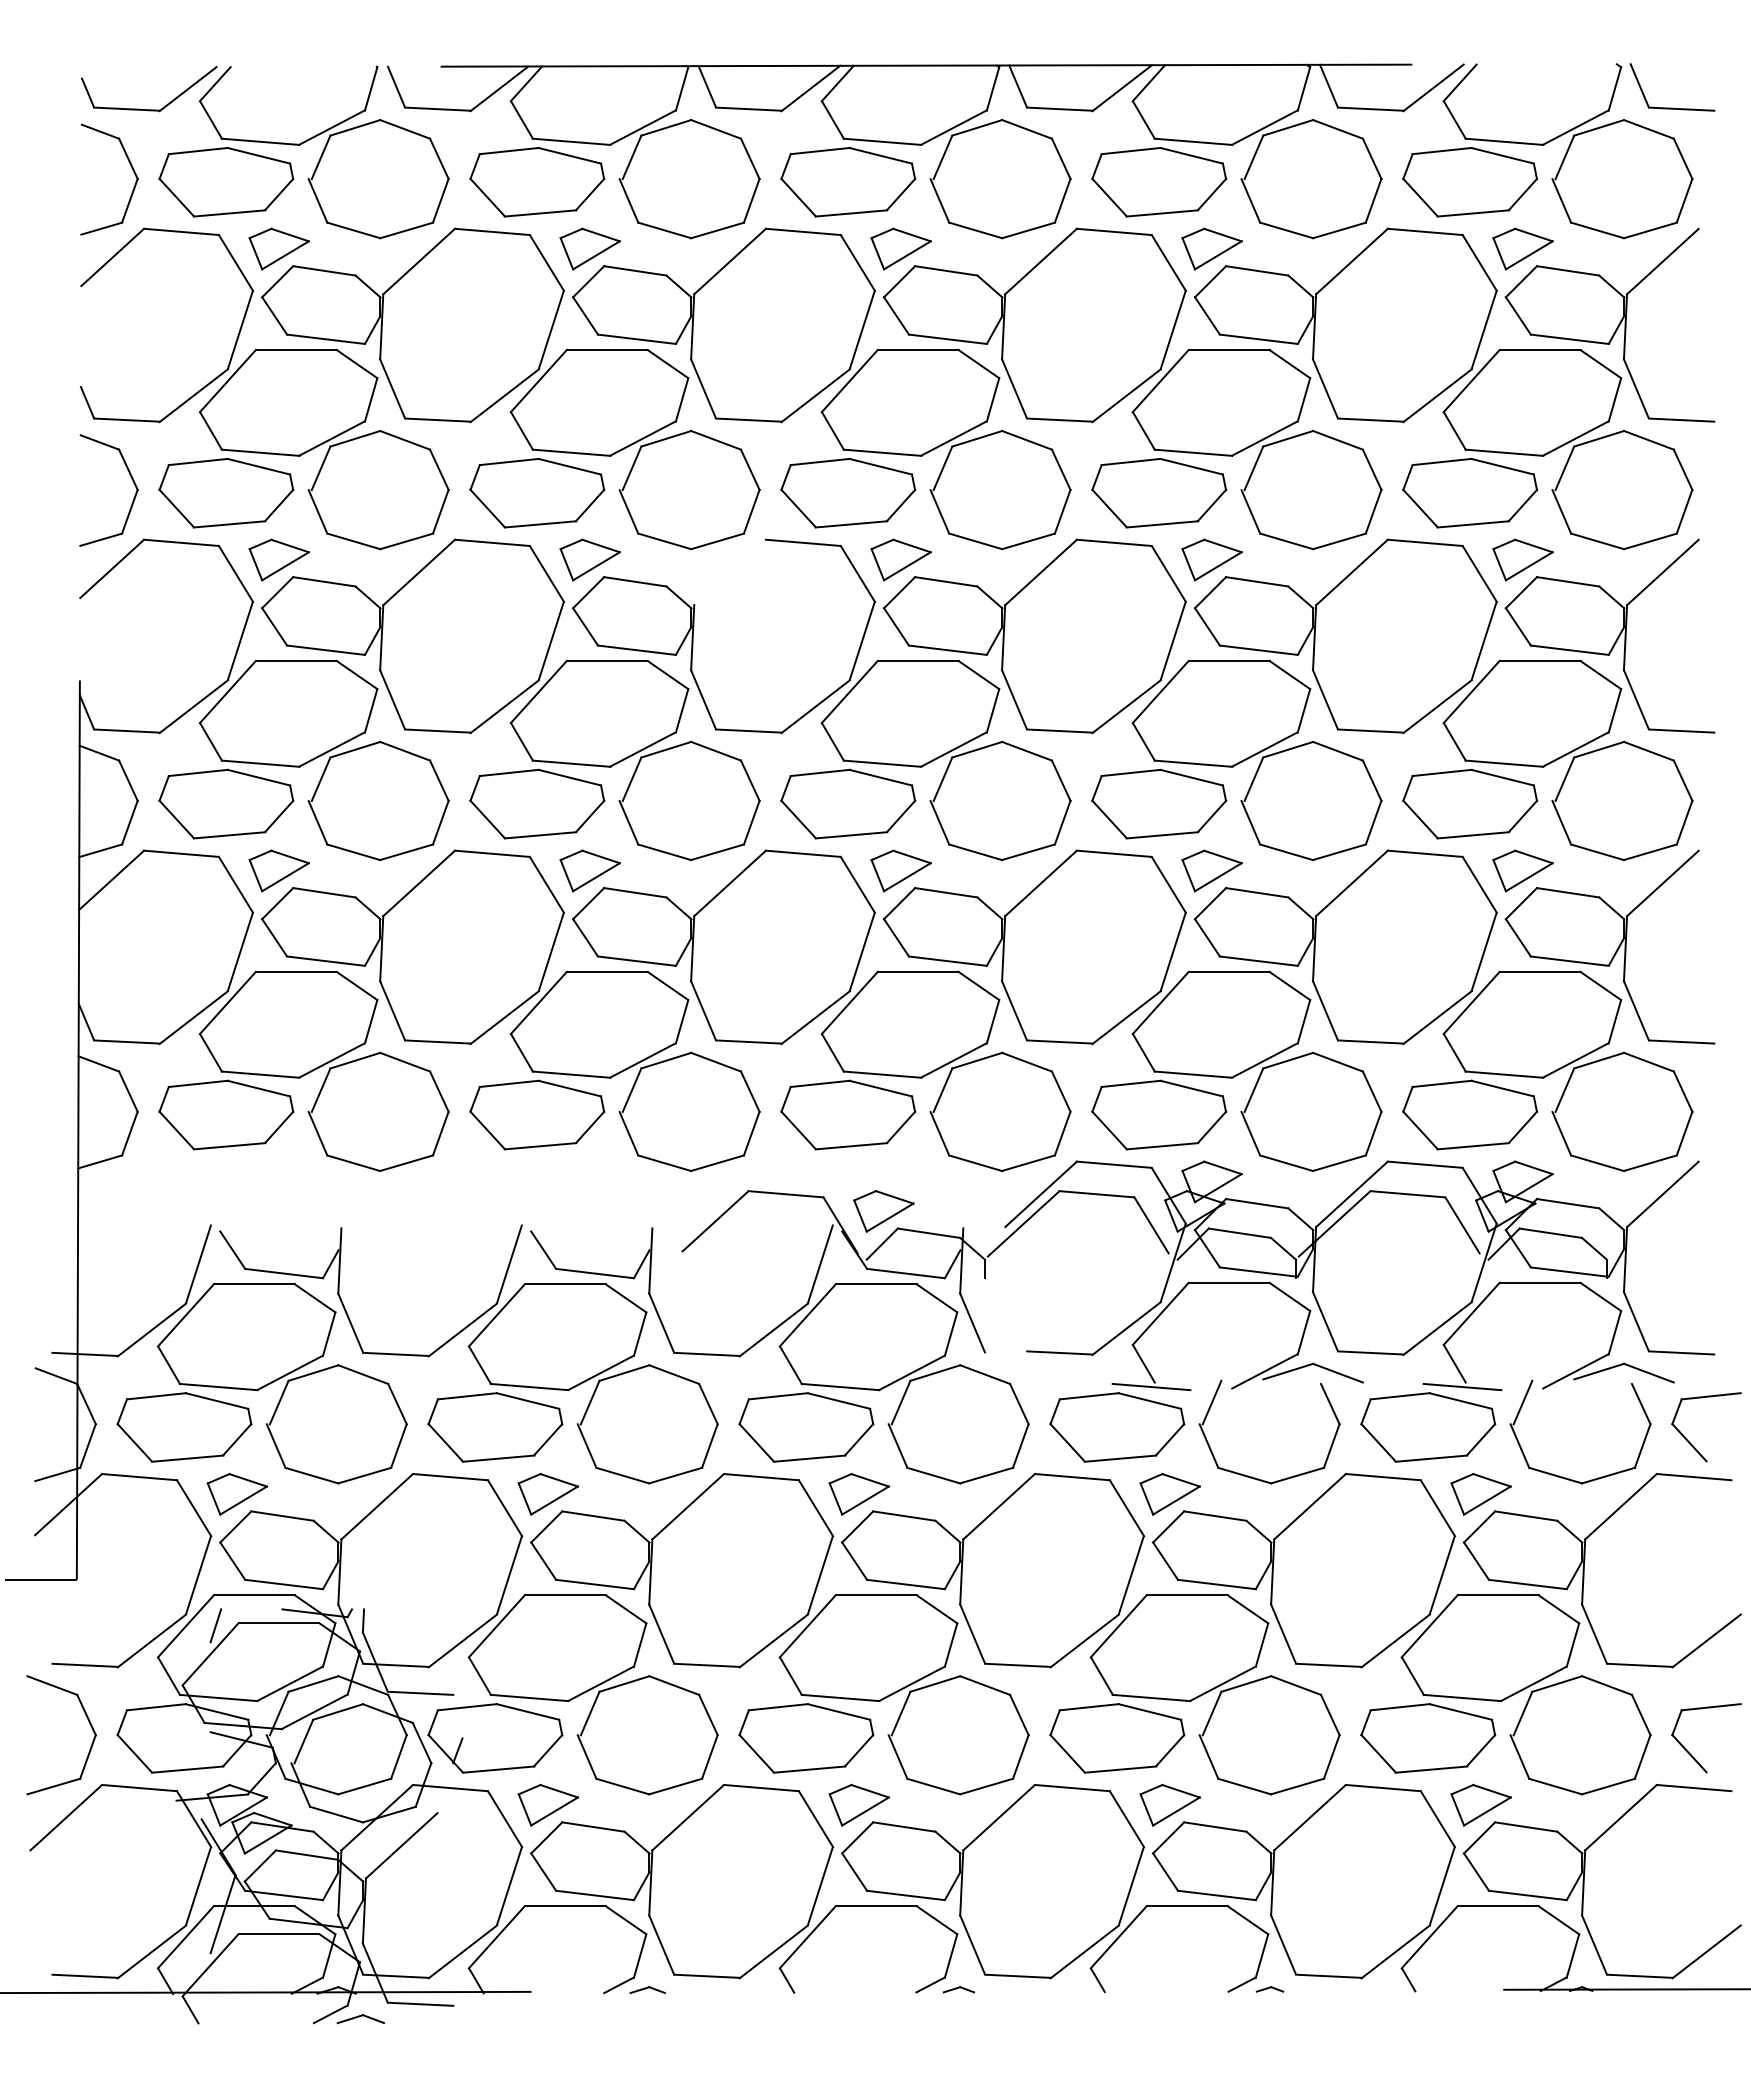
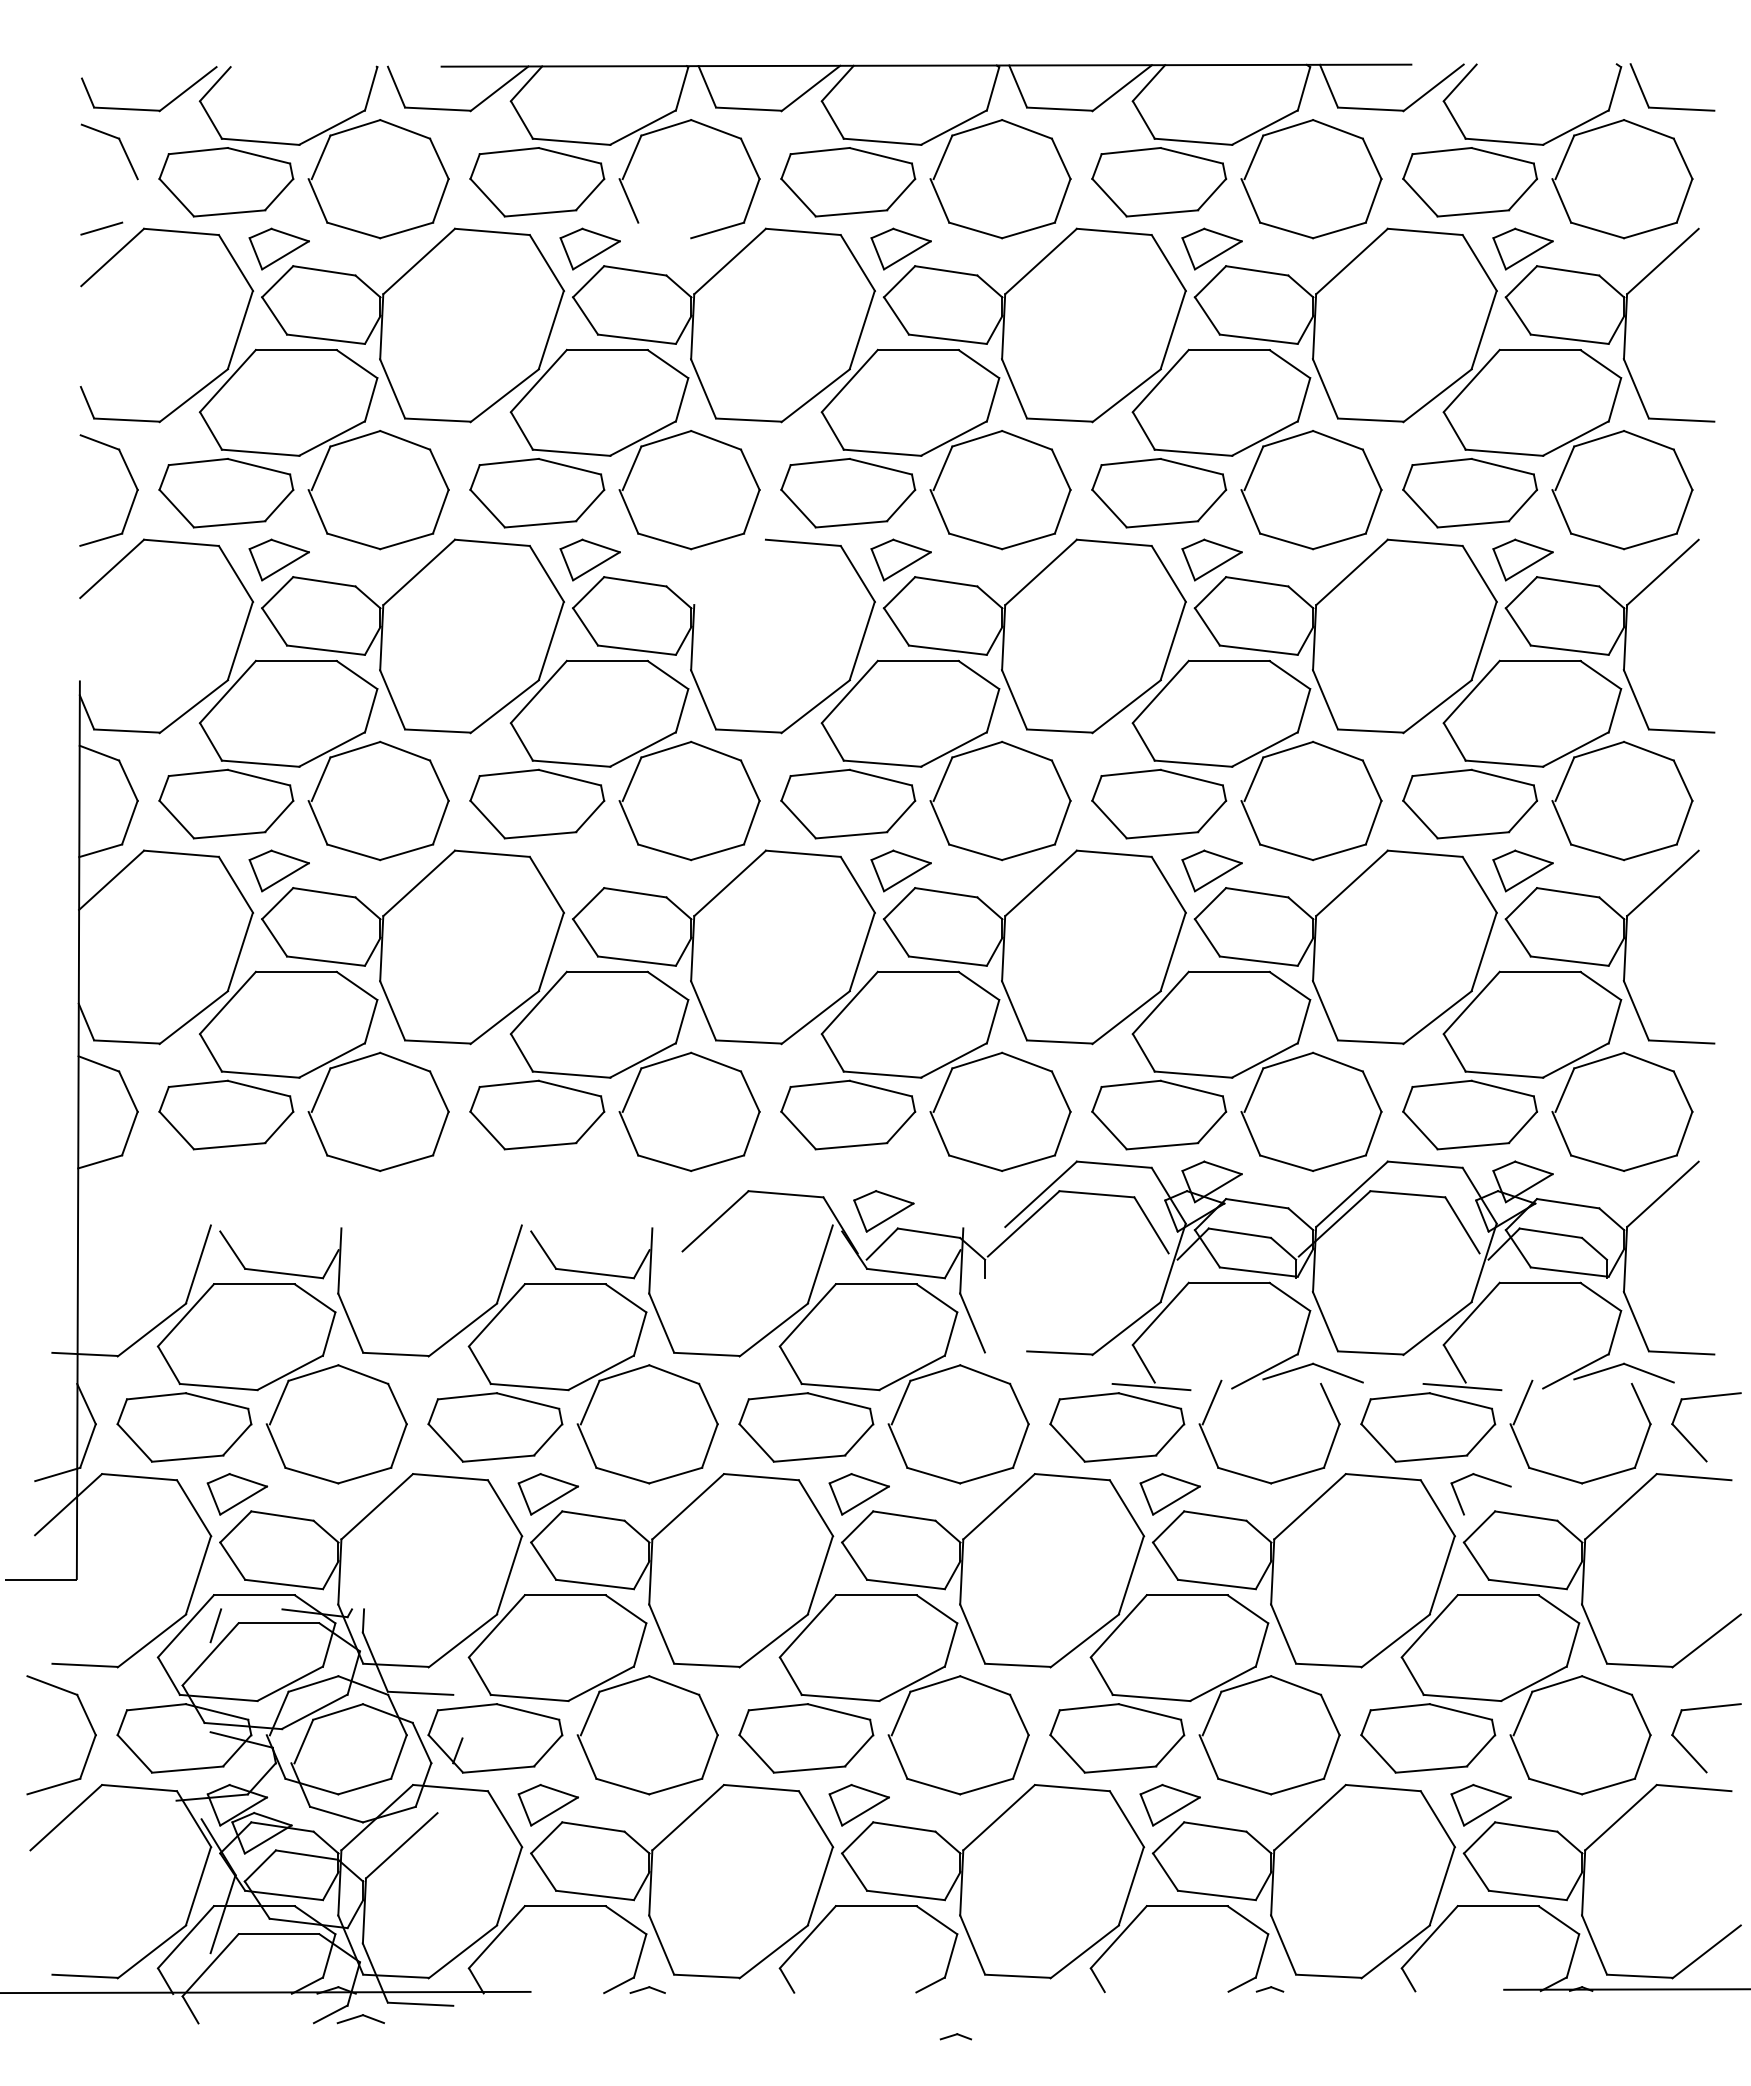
line at (129, 200): present -> none
line at (664, 230): present -> none
part at (589, 870): present -> none
line at (56, 1375): present -> none
line at (1487, 1500): present -> none
part at (958, 1989) position: (958, 1989) -> (955, 2036)
